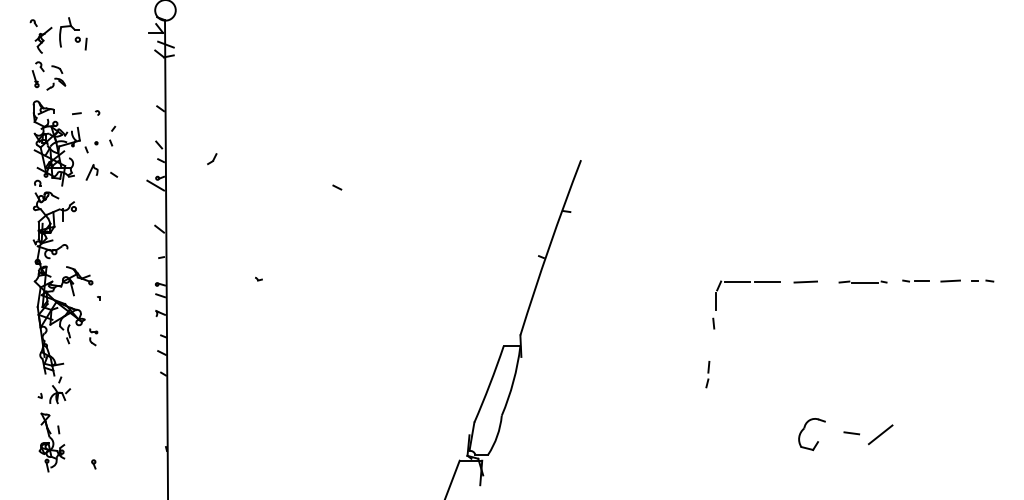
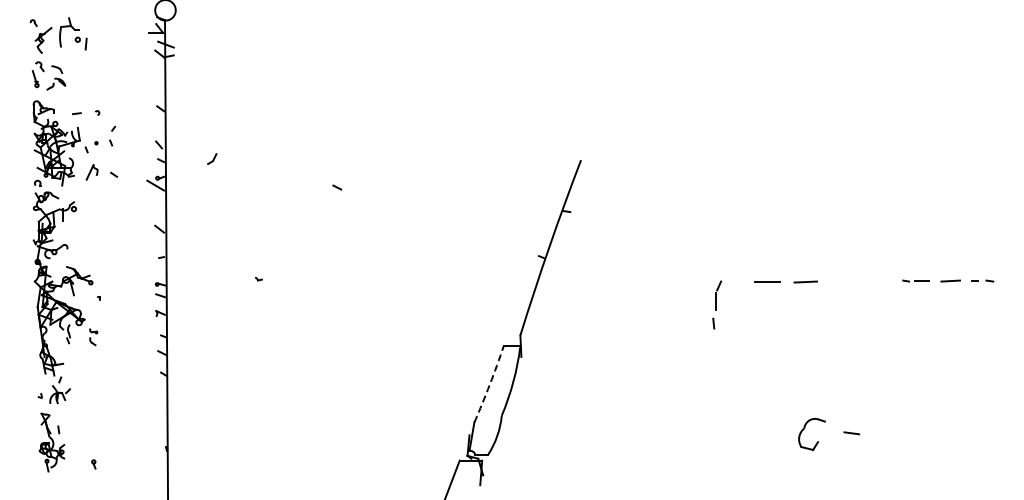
line at (737, 281): present -> none
part at (862, 281): present -> none
part at (707, 374): present -> none
arc at (489, 384): solid -> dashed
line at (880, 434): present -> none
